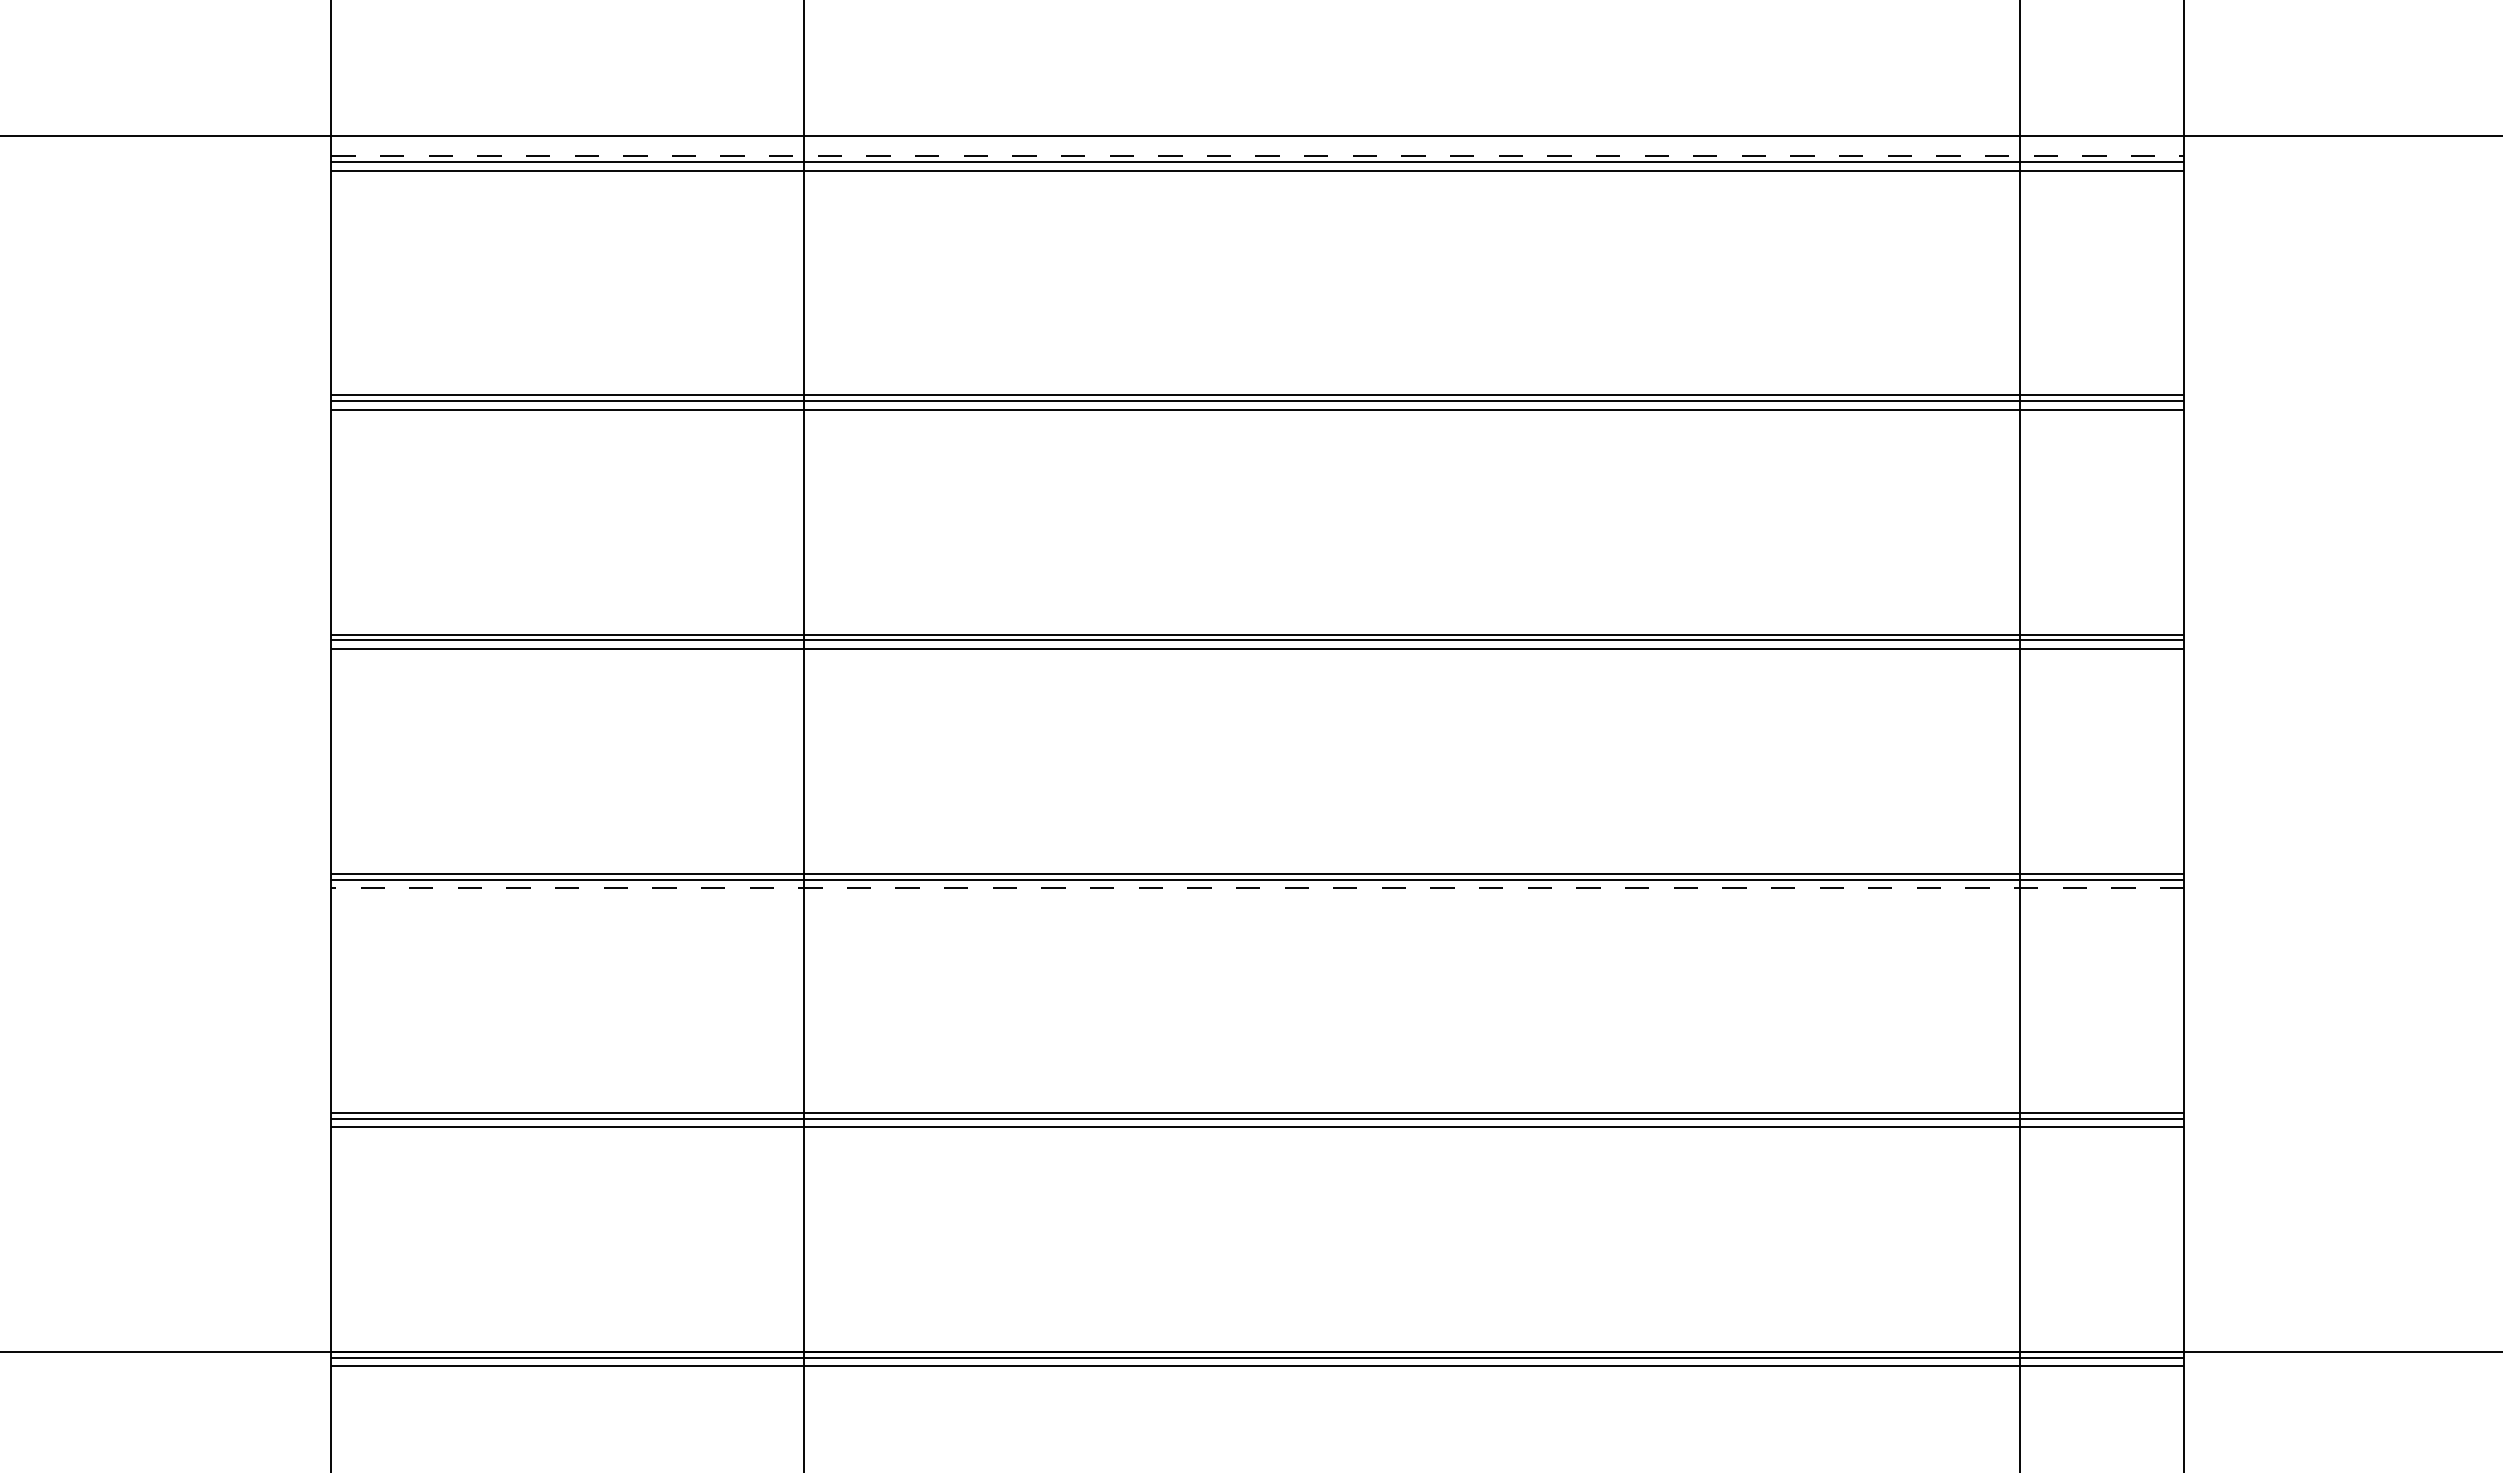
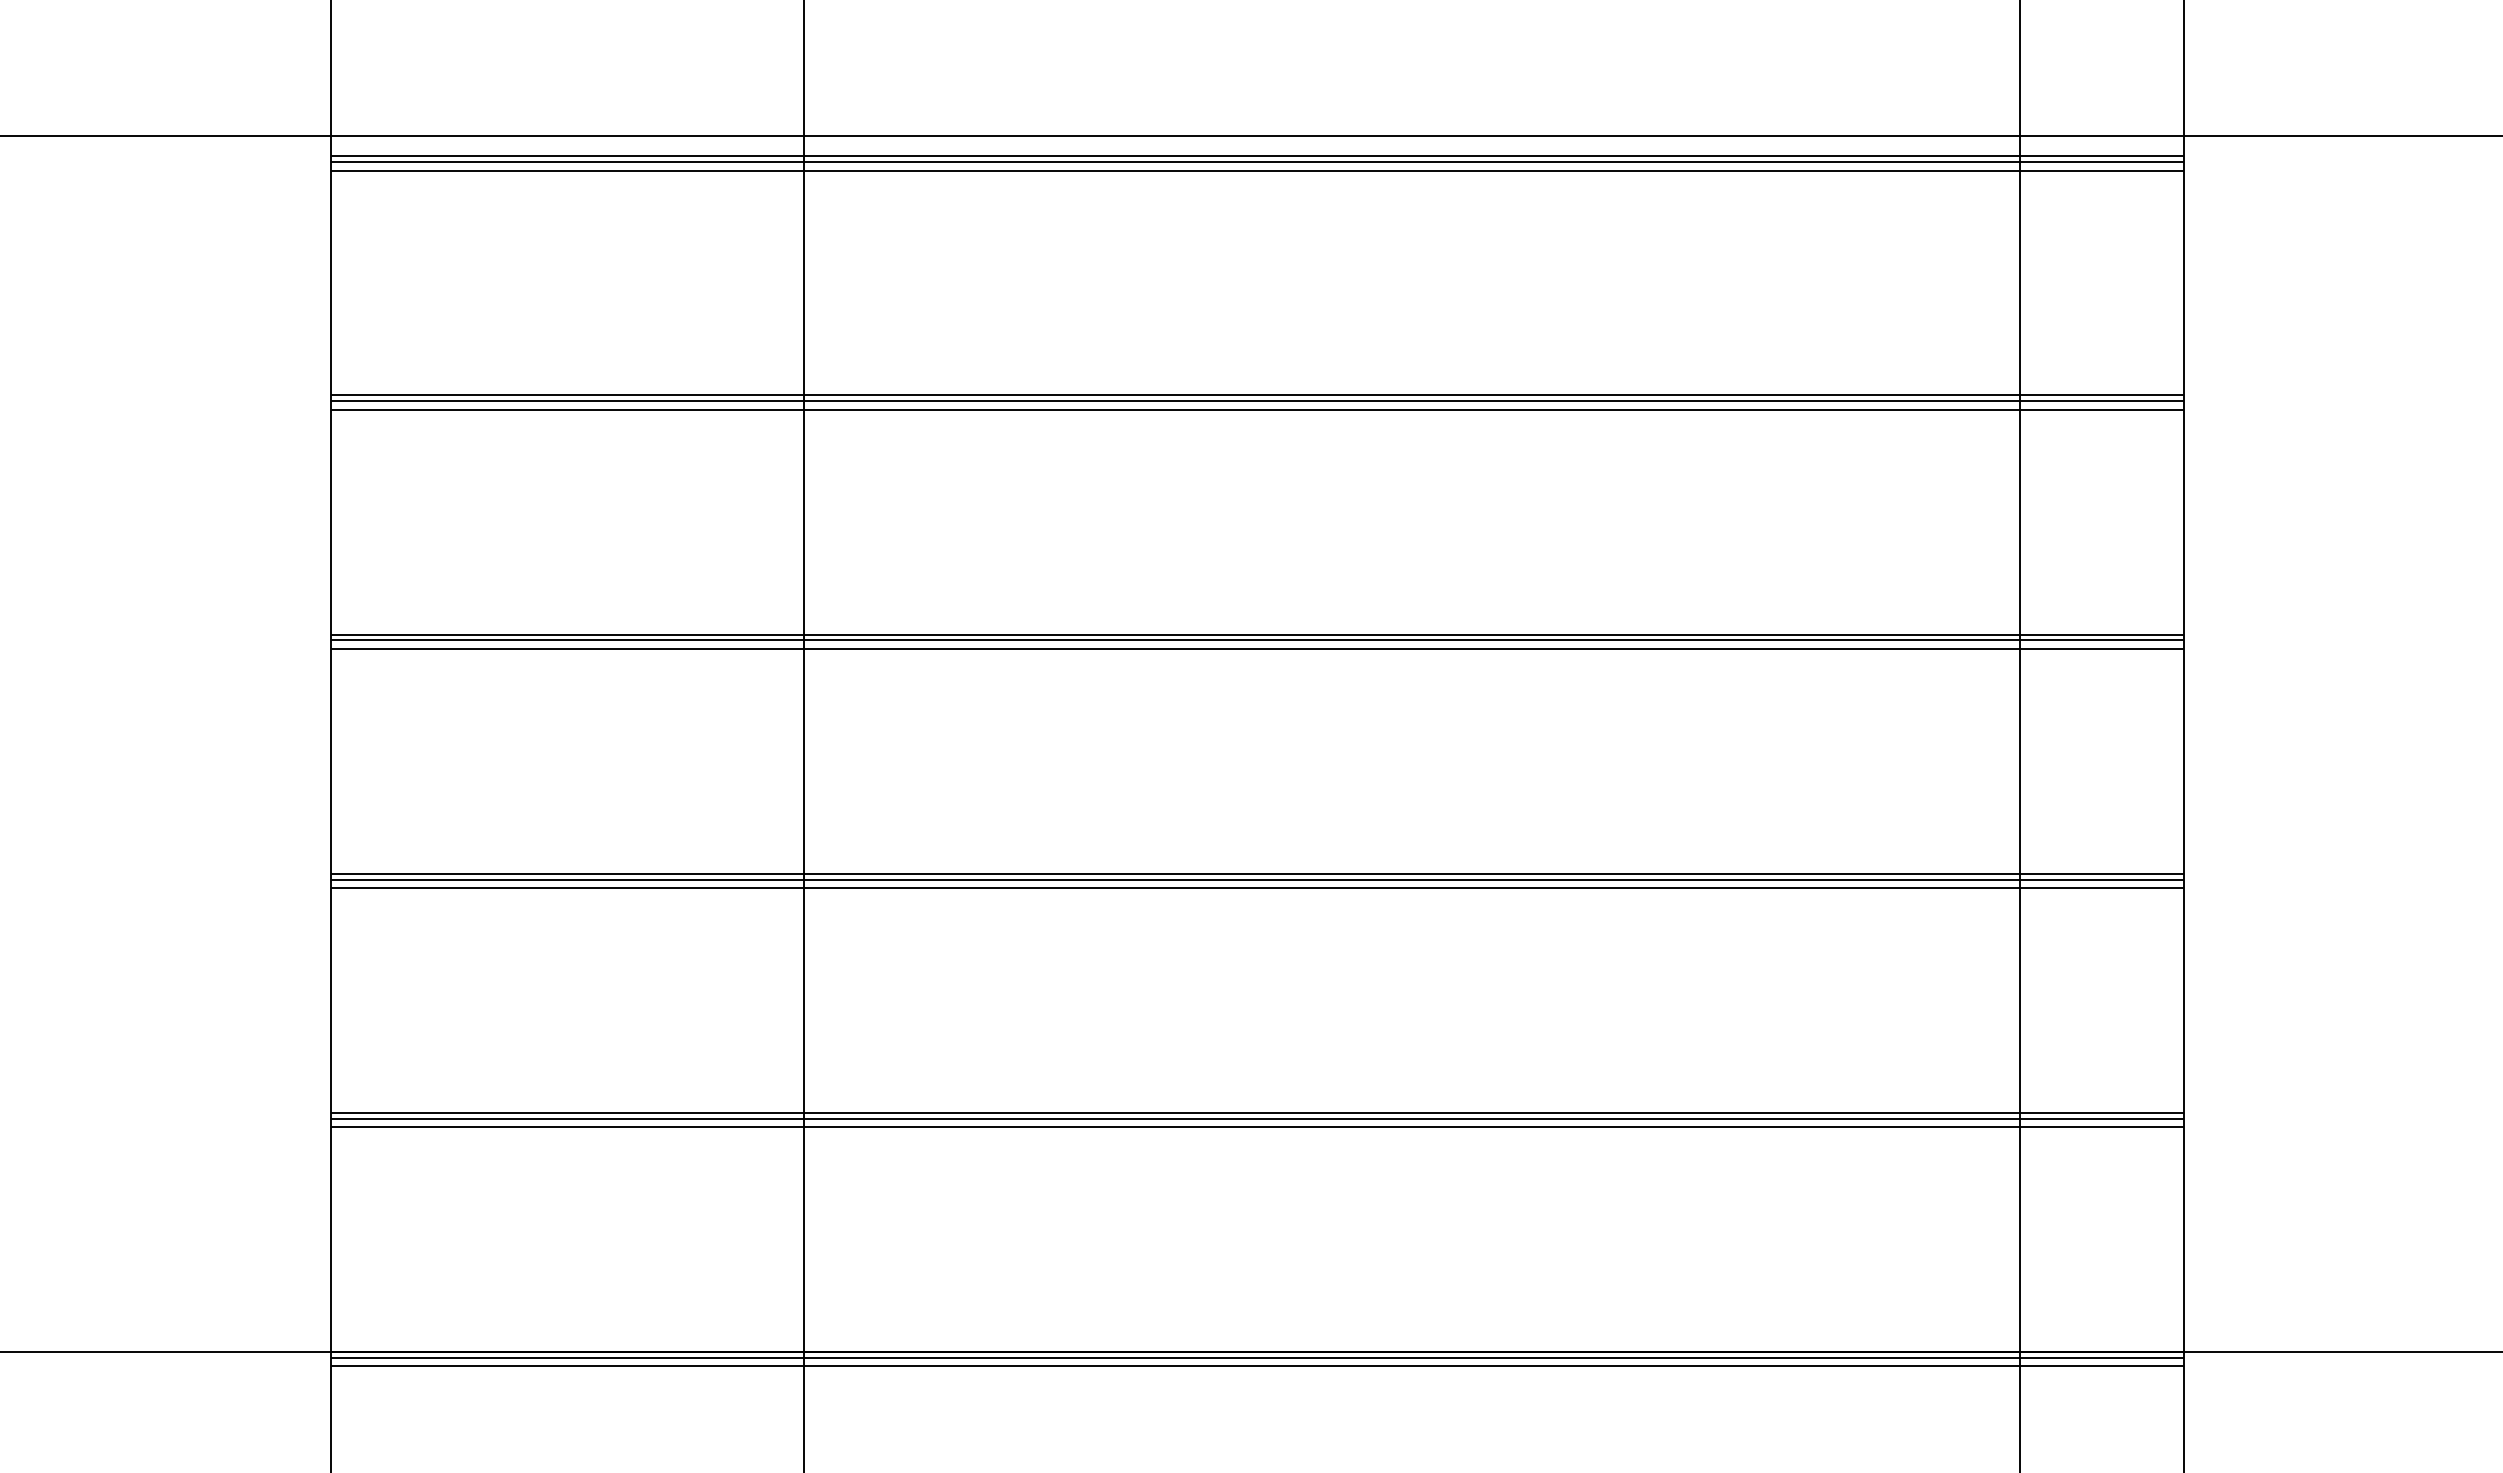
line at (1258, 156): dashed -> solid
line at (1257, 887): dashed -> solid
